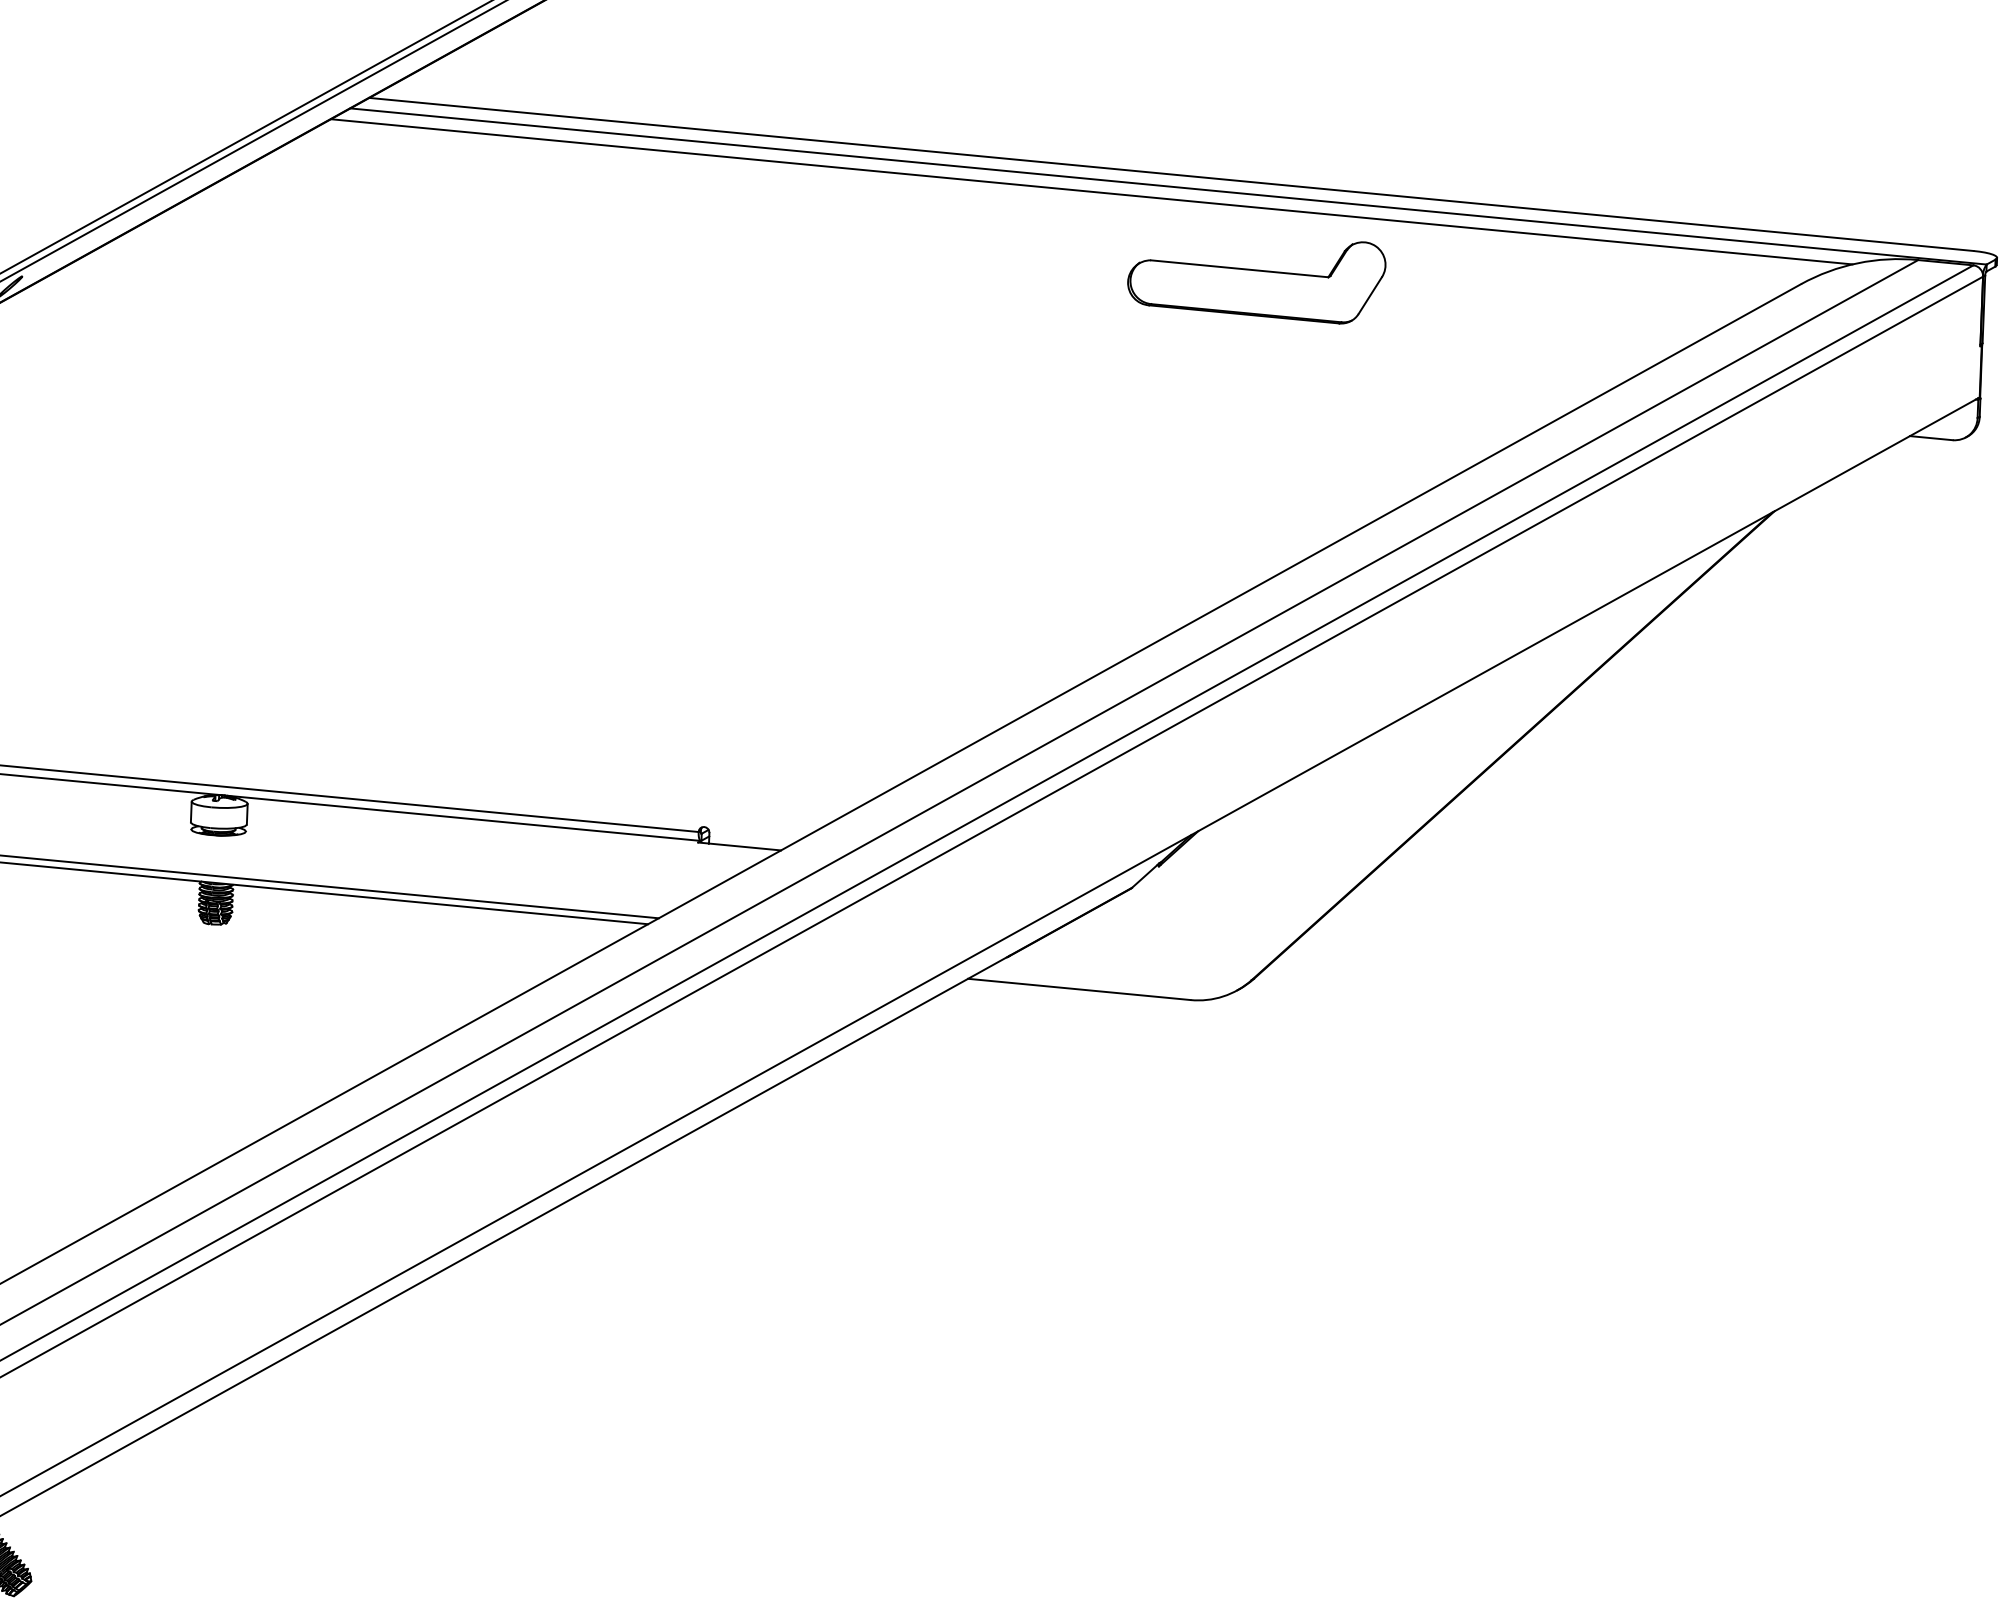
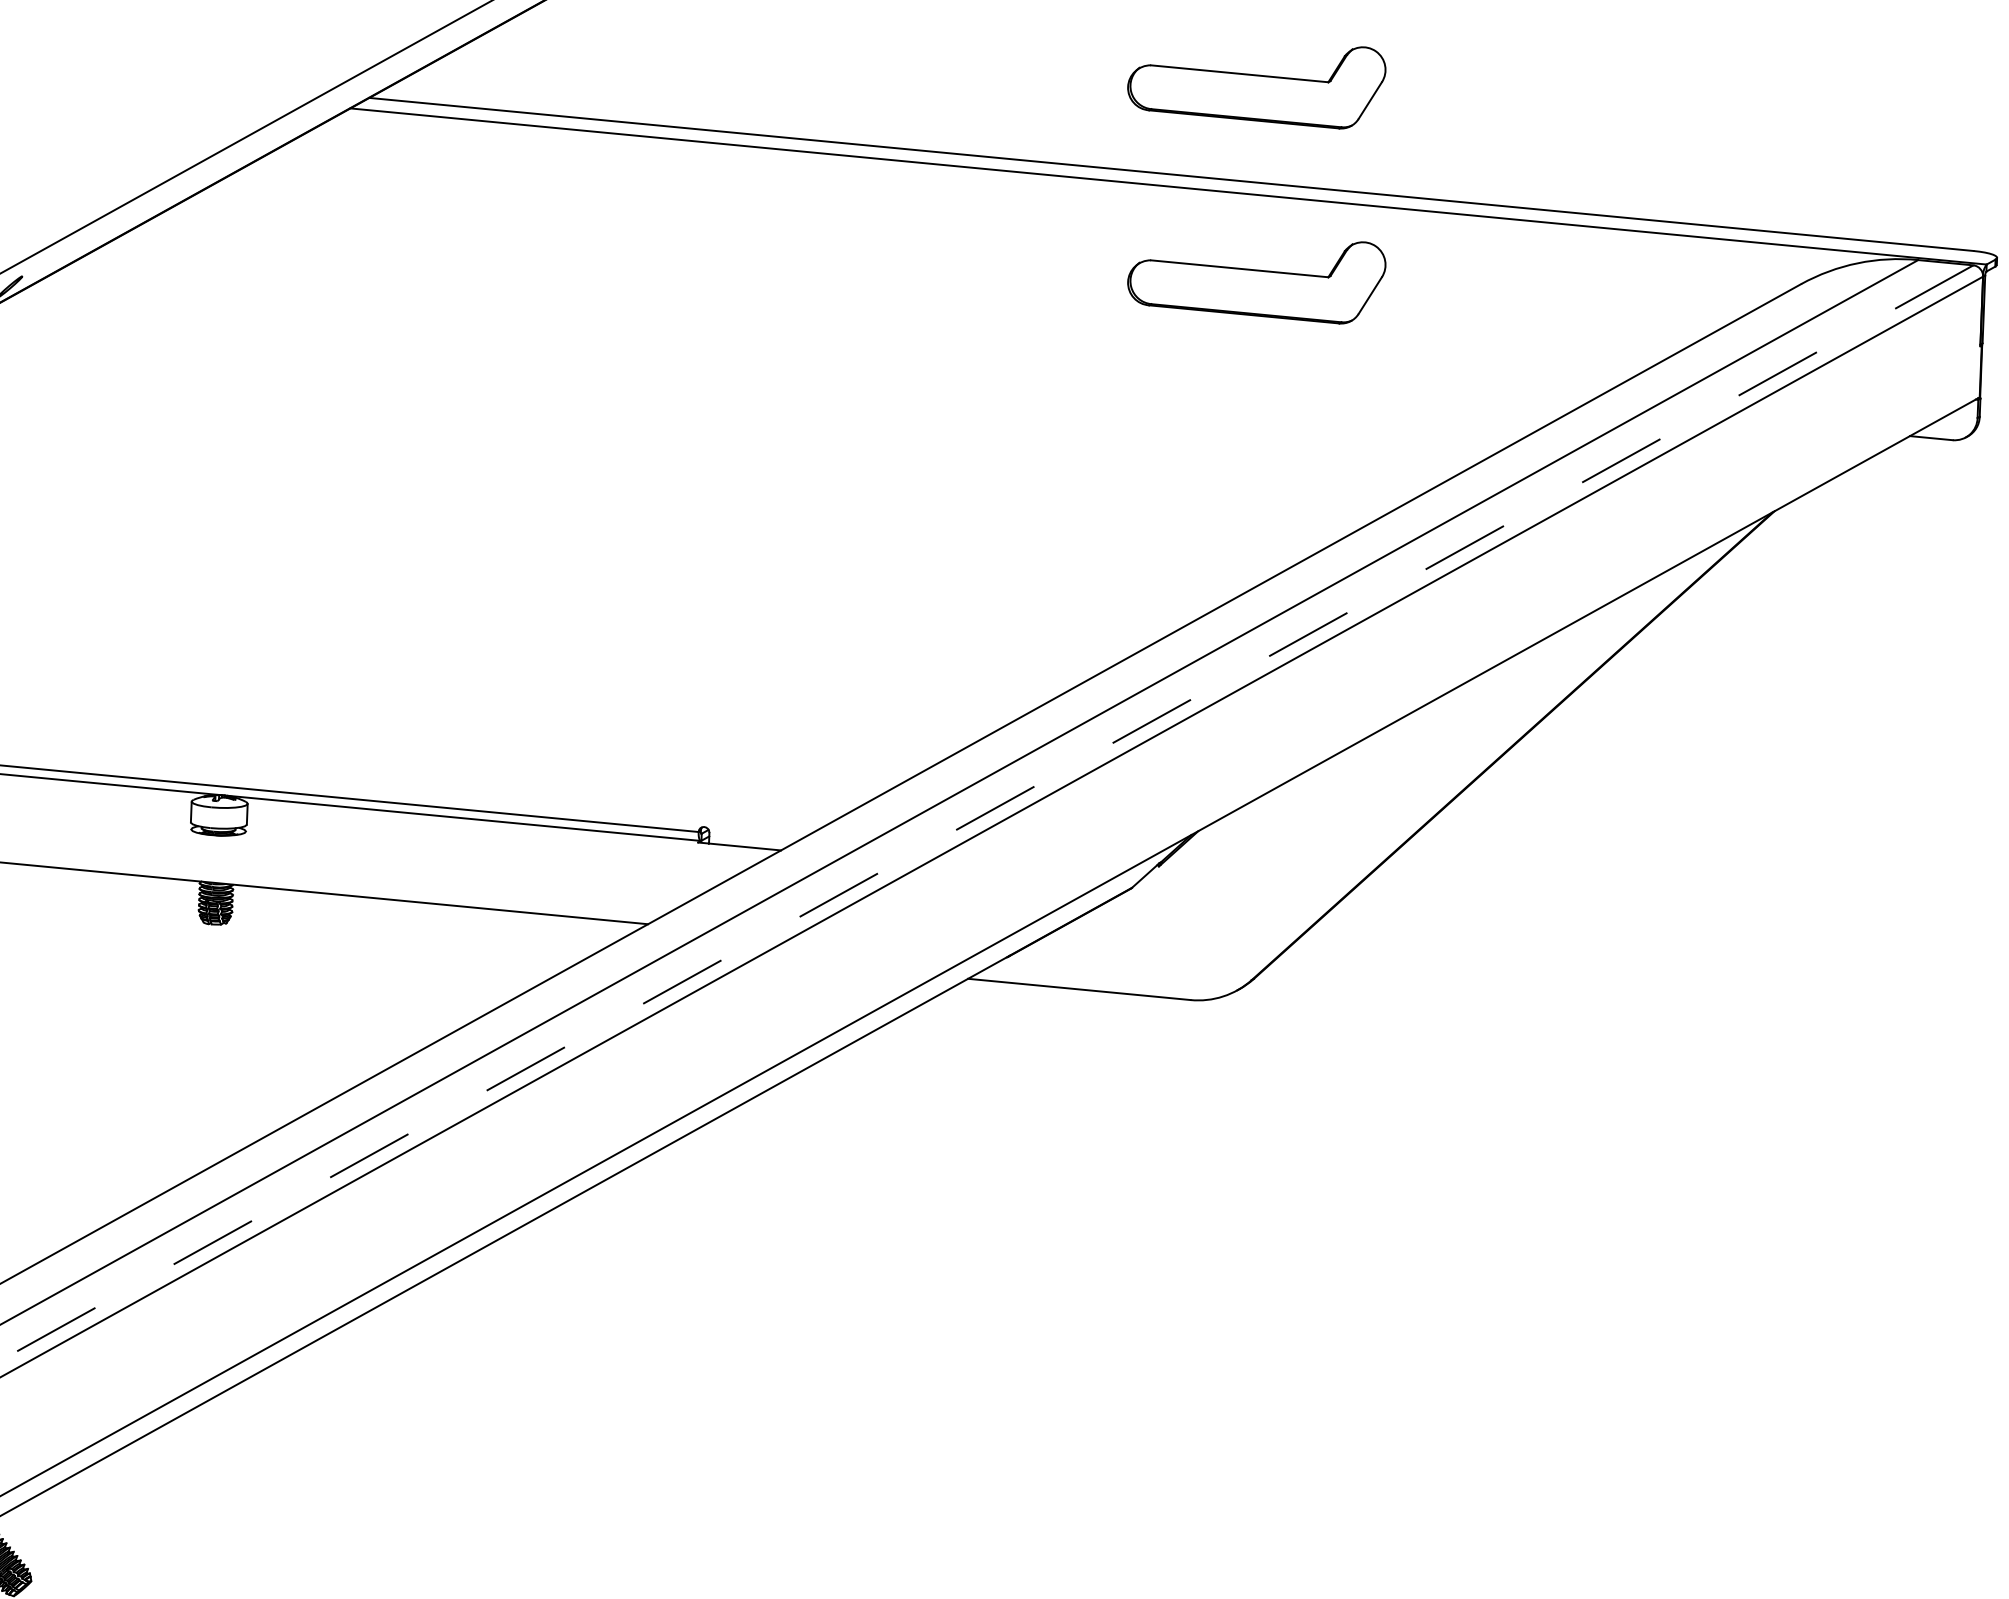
part at (1256, 87): none -> present
line at (252, 141): present -> none
line at (1091, 191): present -> none
line at (986, 813): solid -> dashed
line at (330, 886): present -> none
